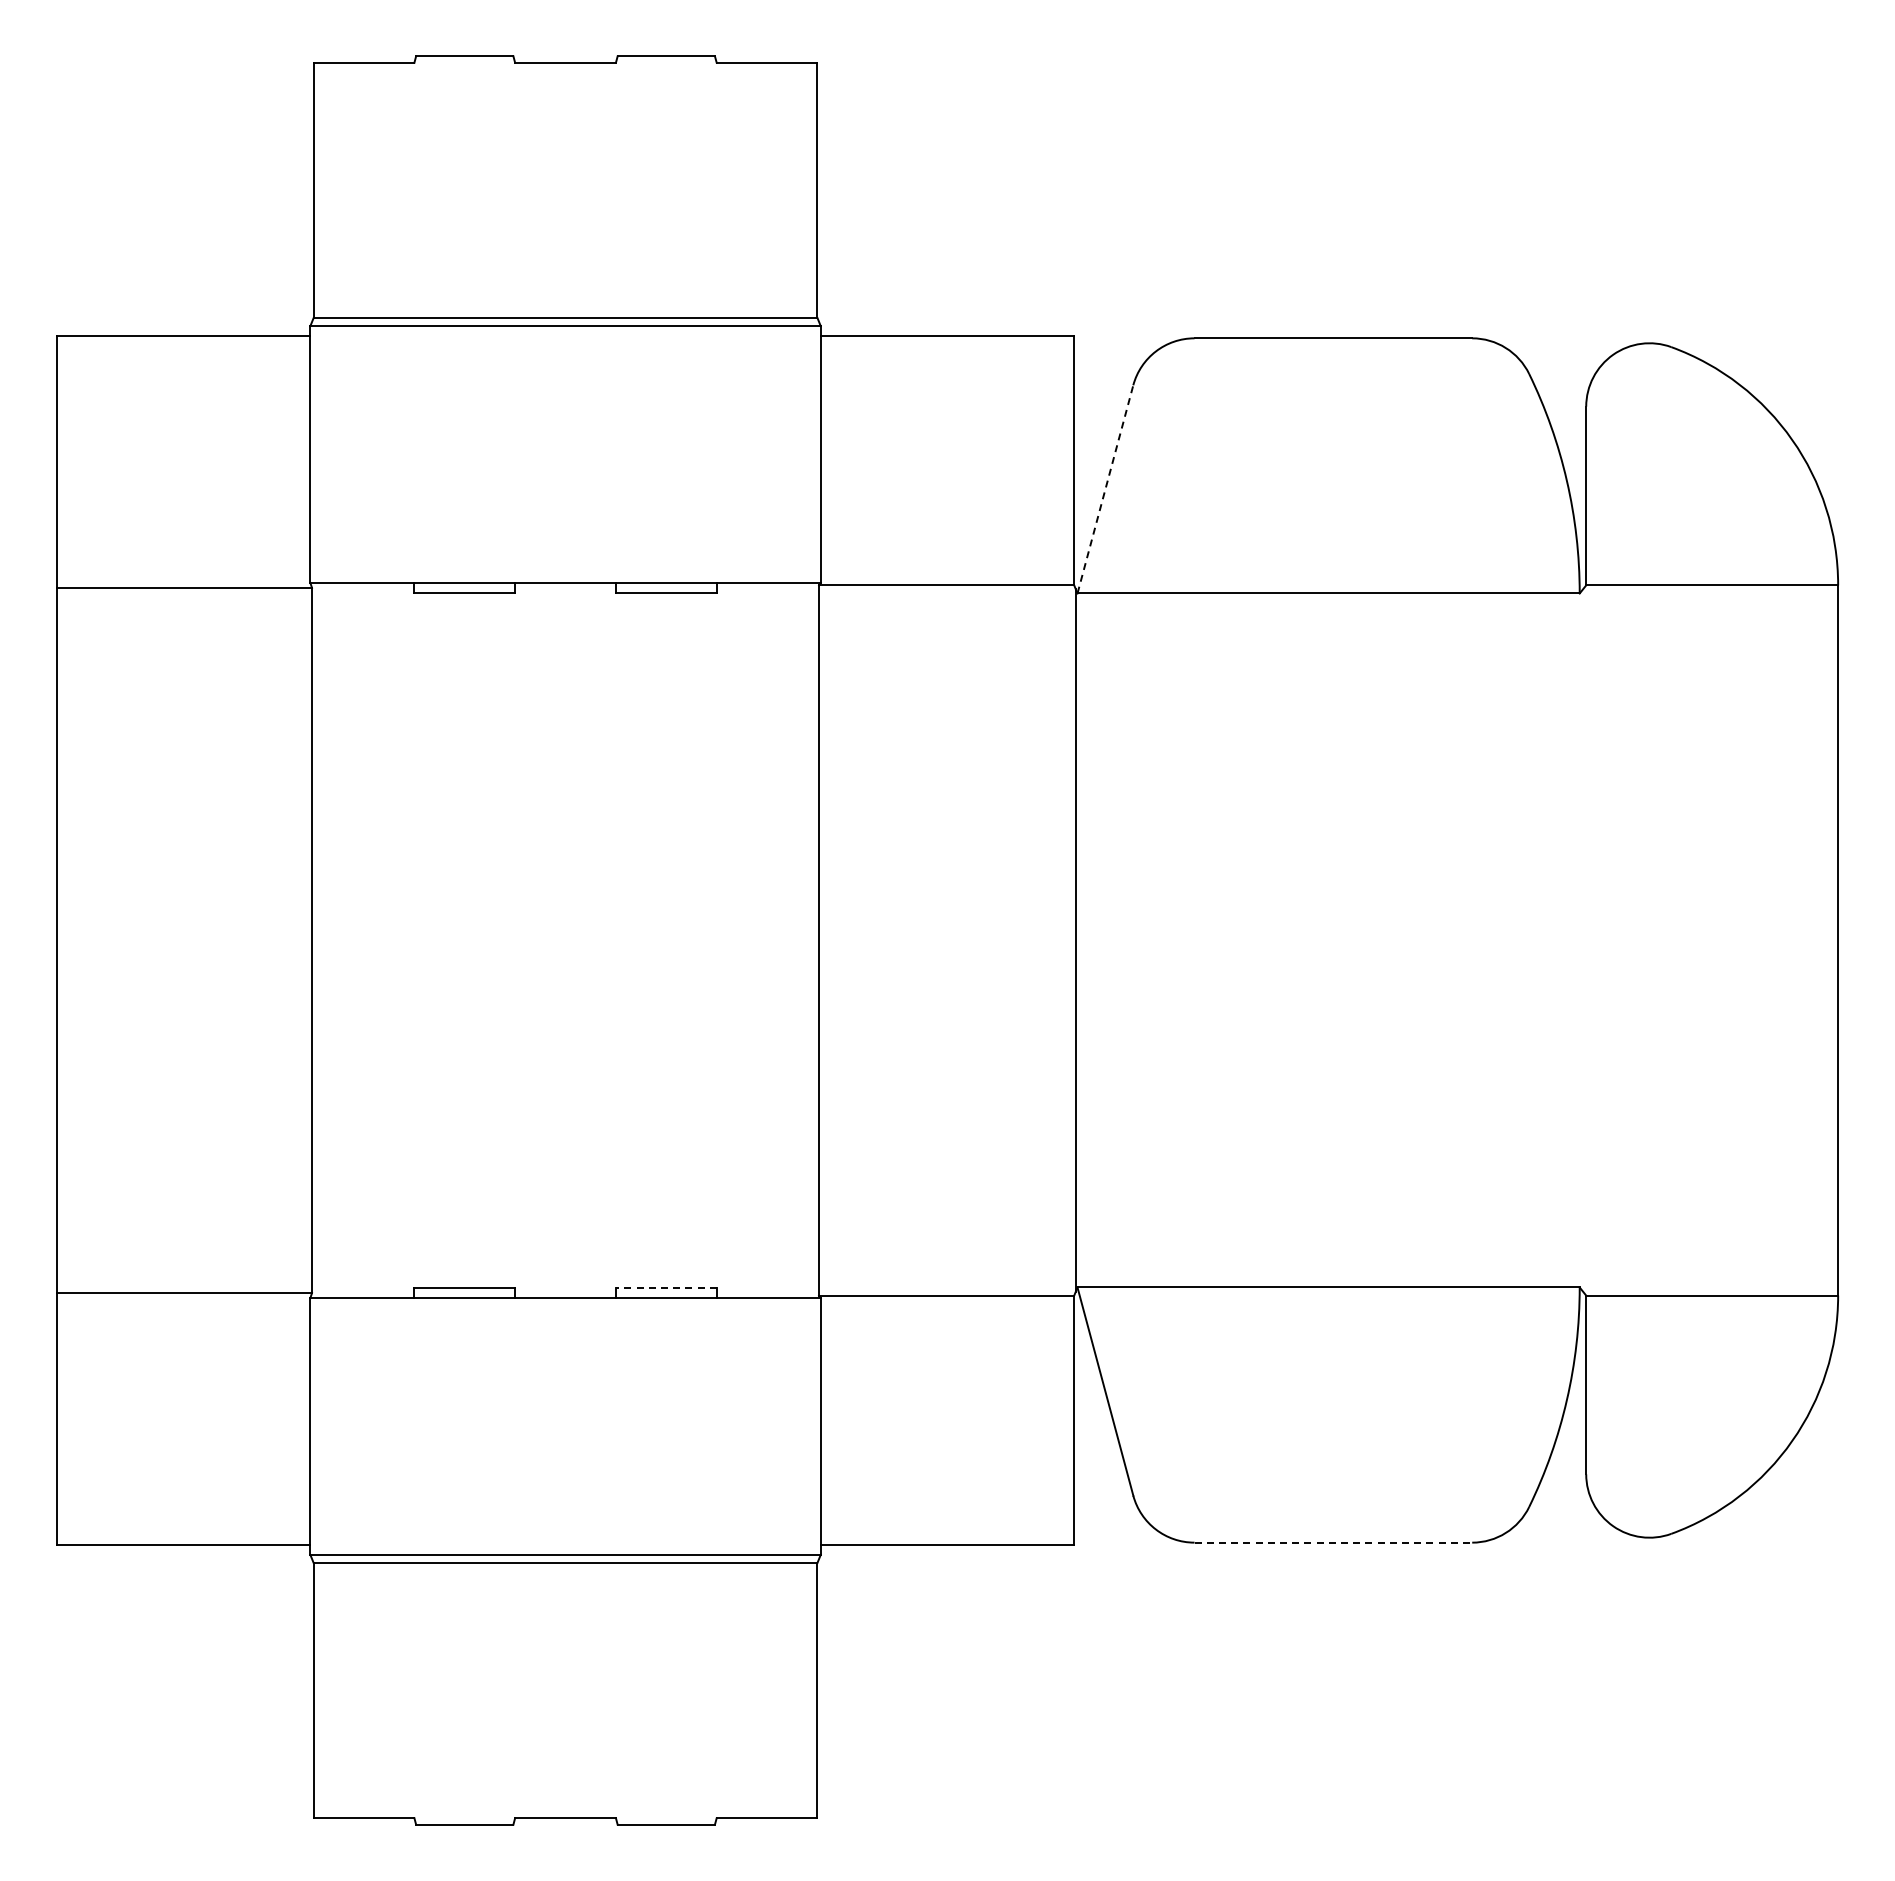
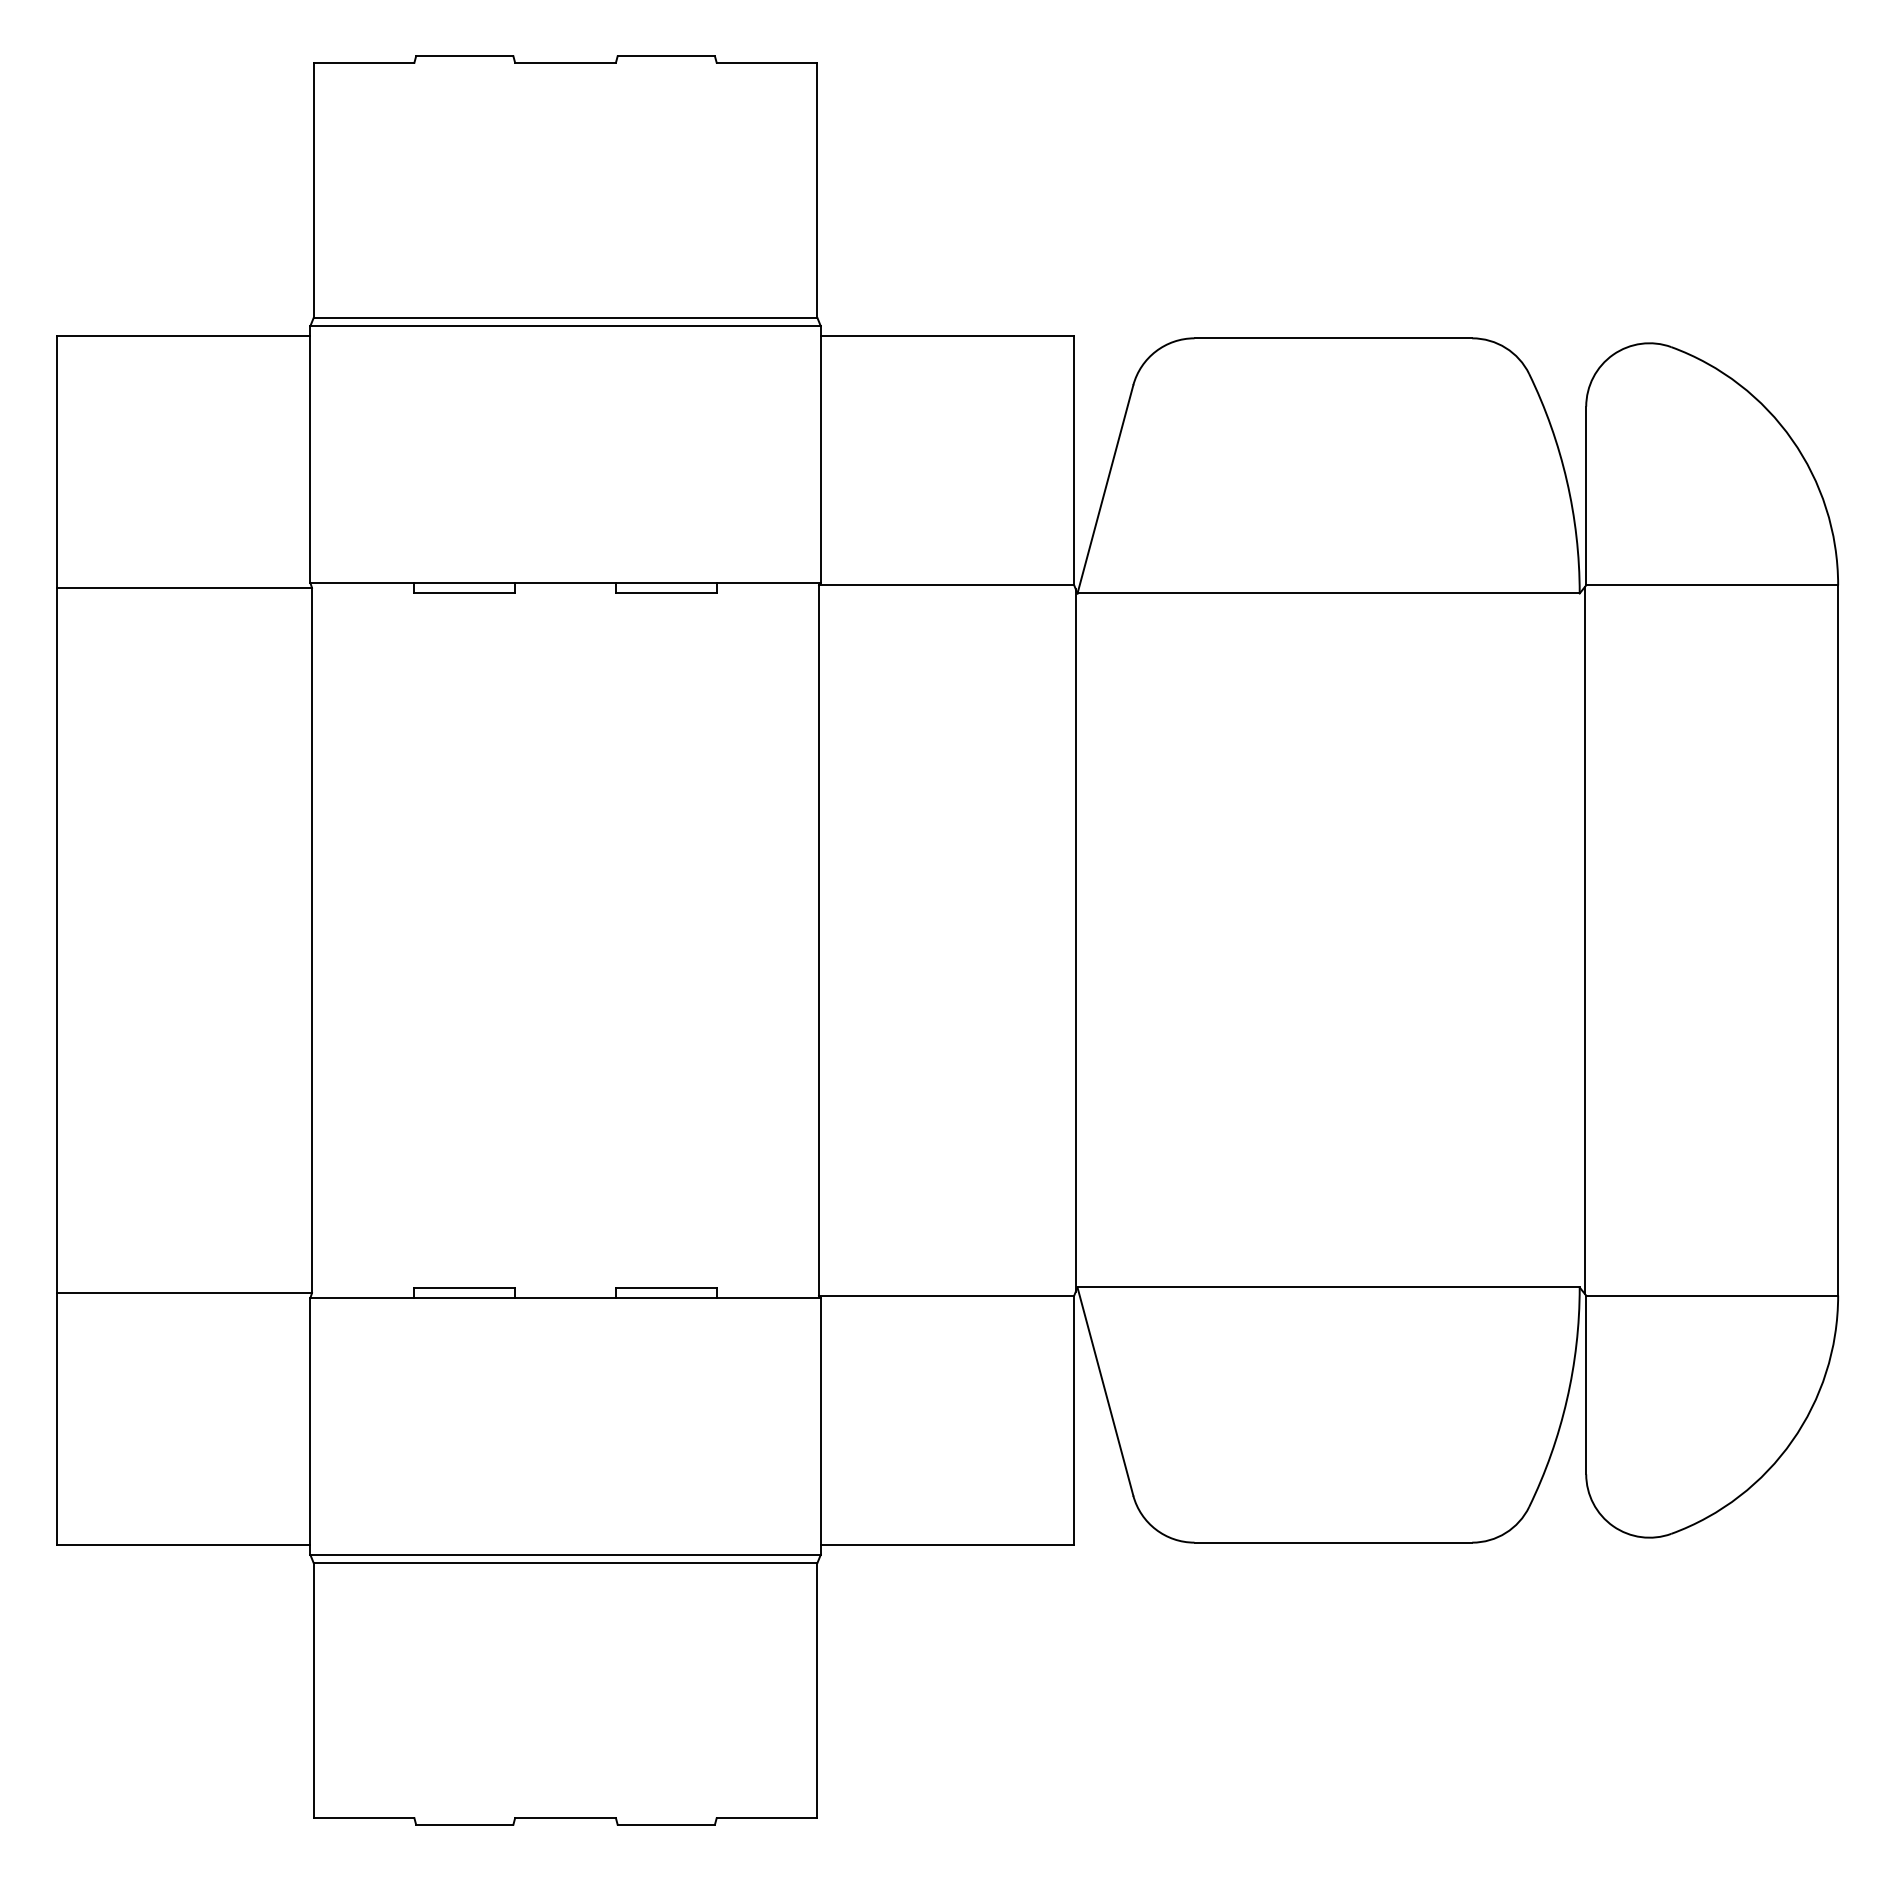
line at (1105, 489): dashed -> solid
line at (1584, 940): none -> present
line at (665, 1288): dashed -> solid
line at (1333, 1542): dashed -> solid
